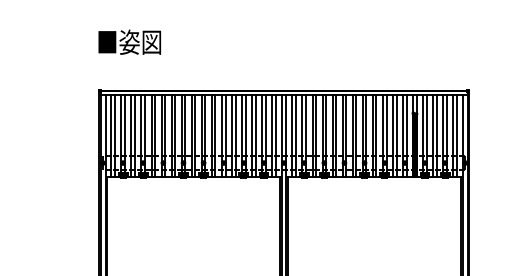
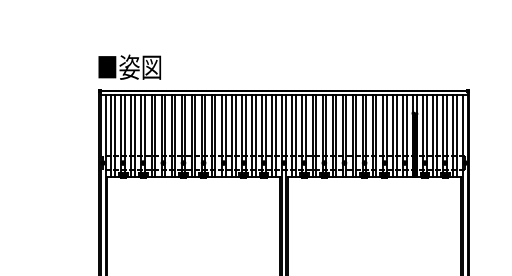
text at (129, 41) position: (129, 41) -> (129, 66)
